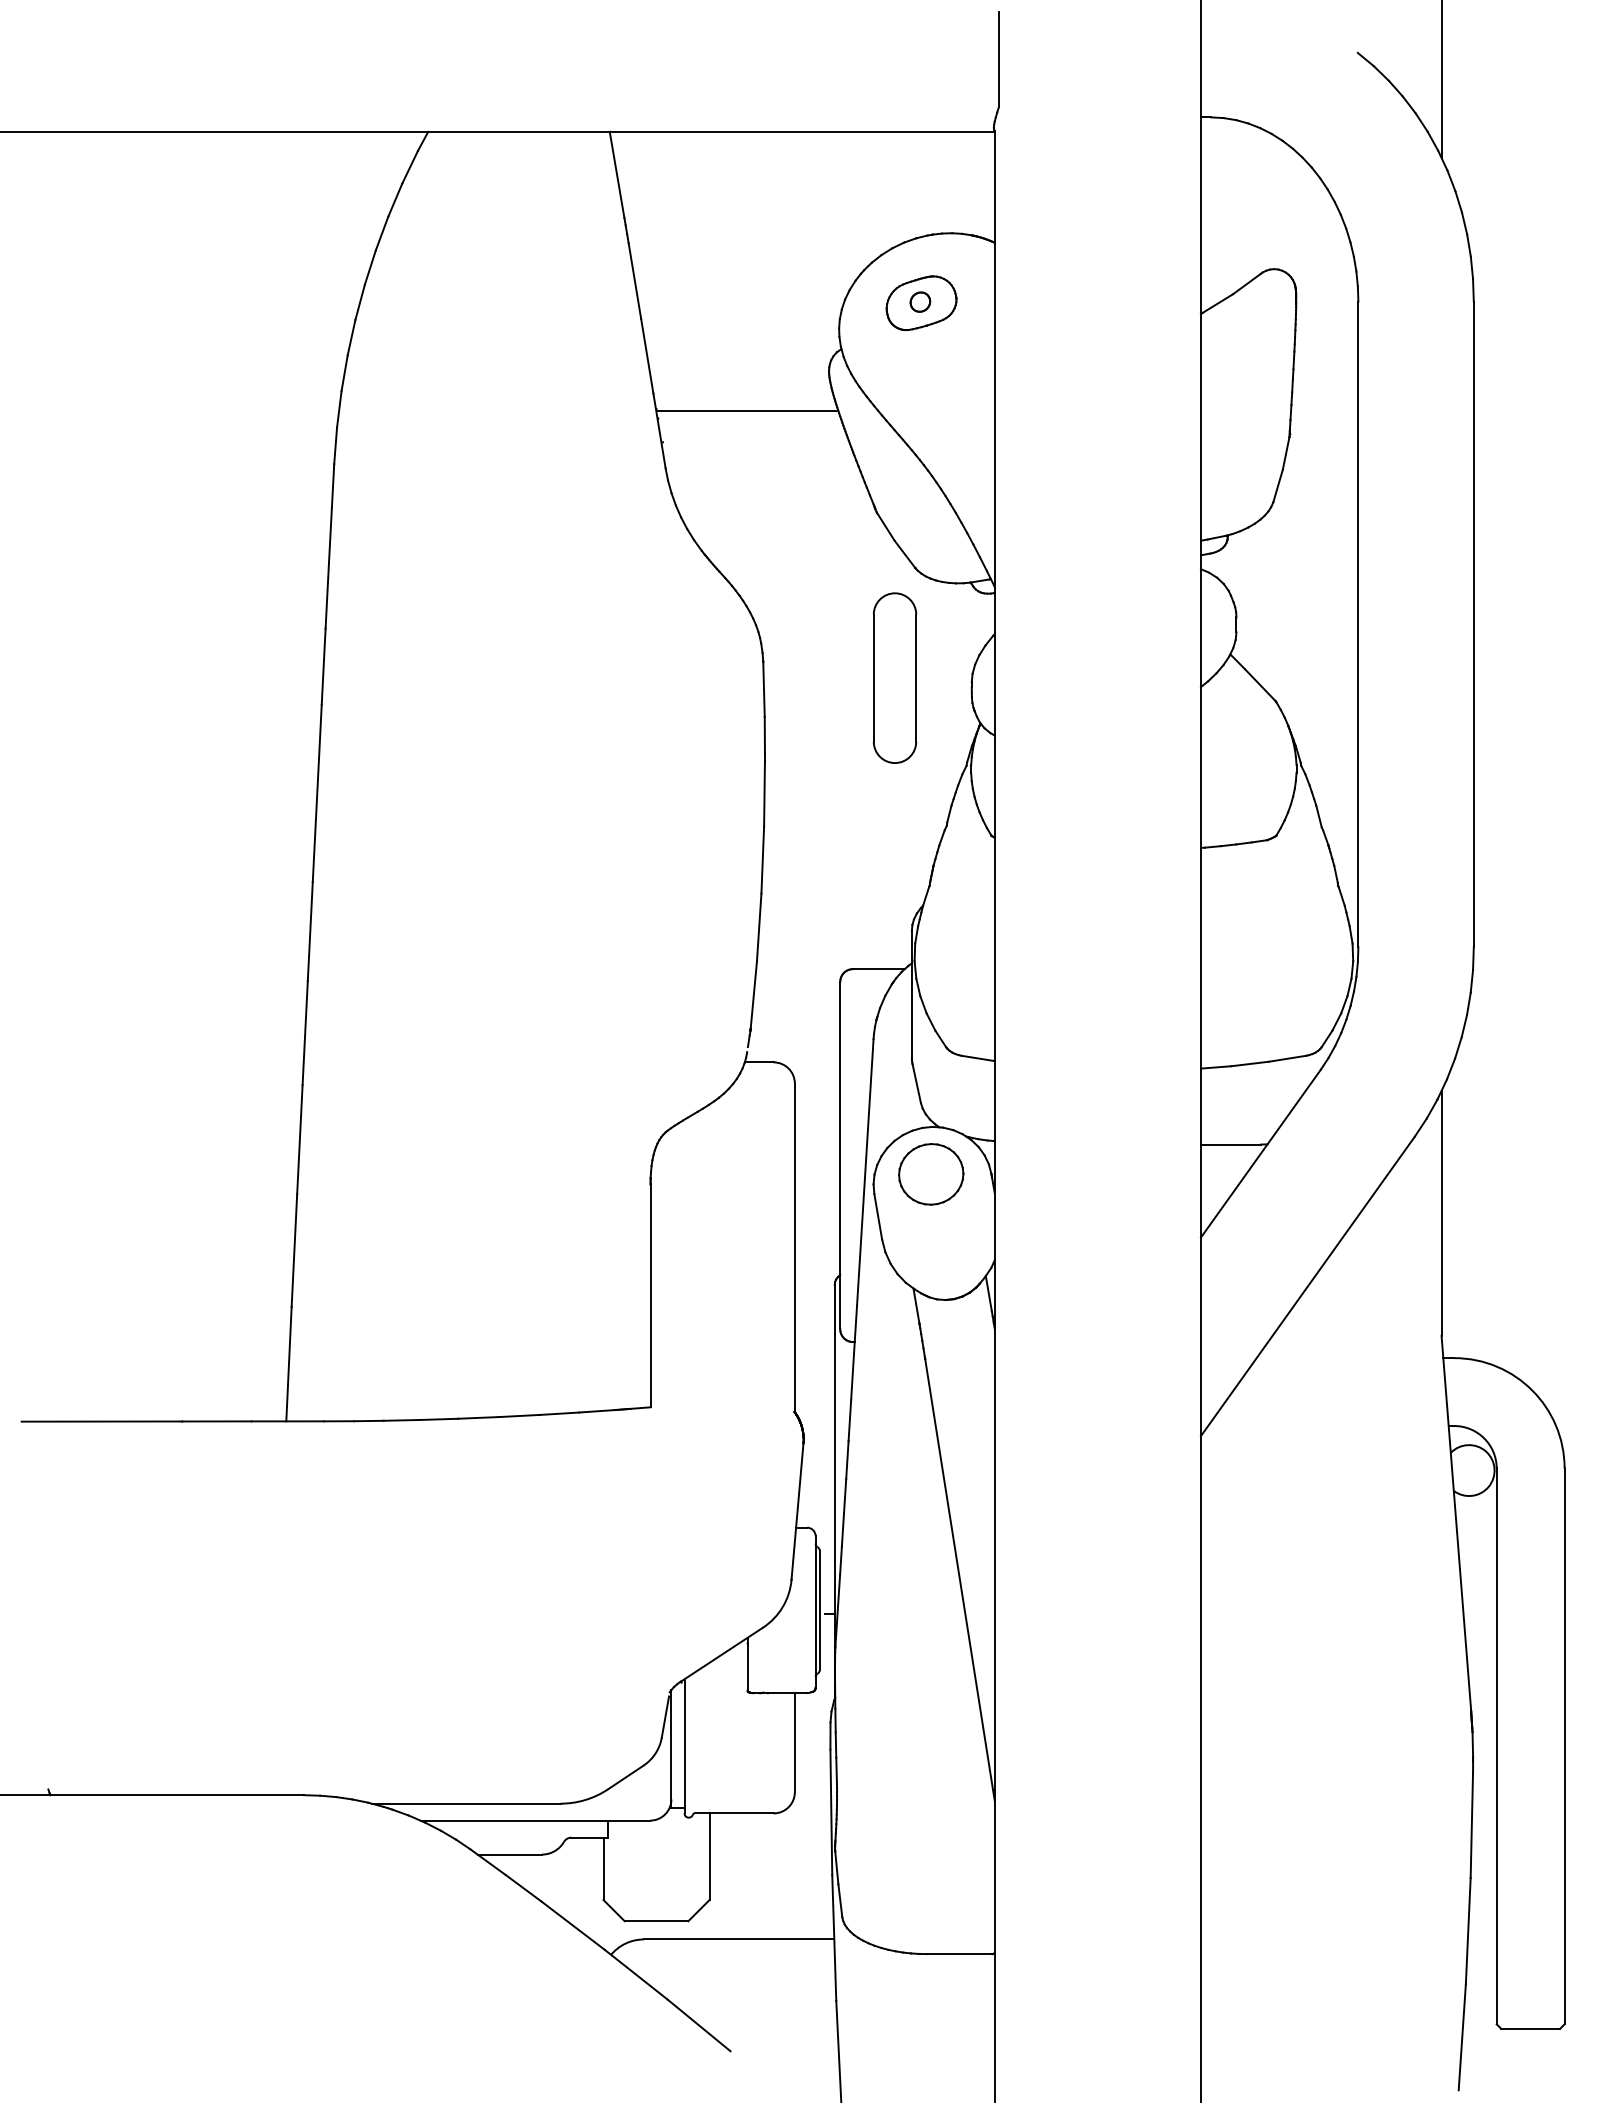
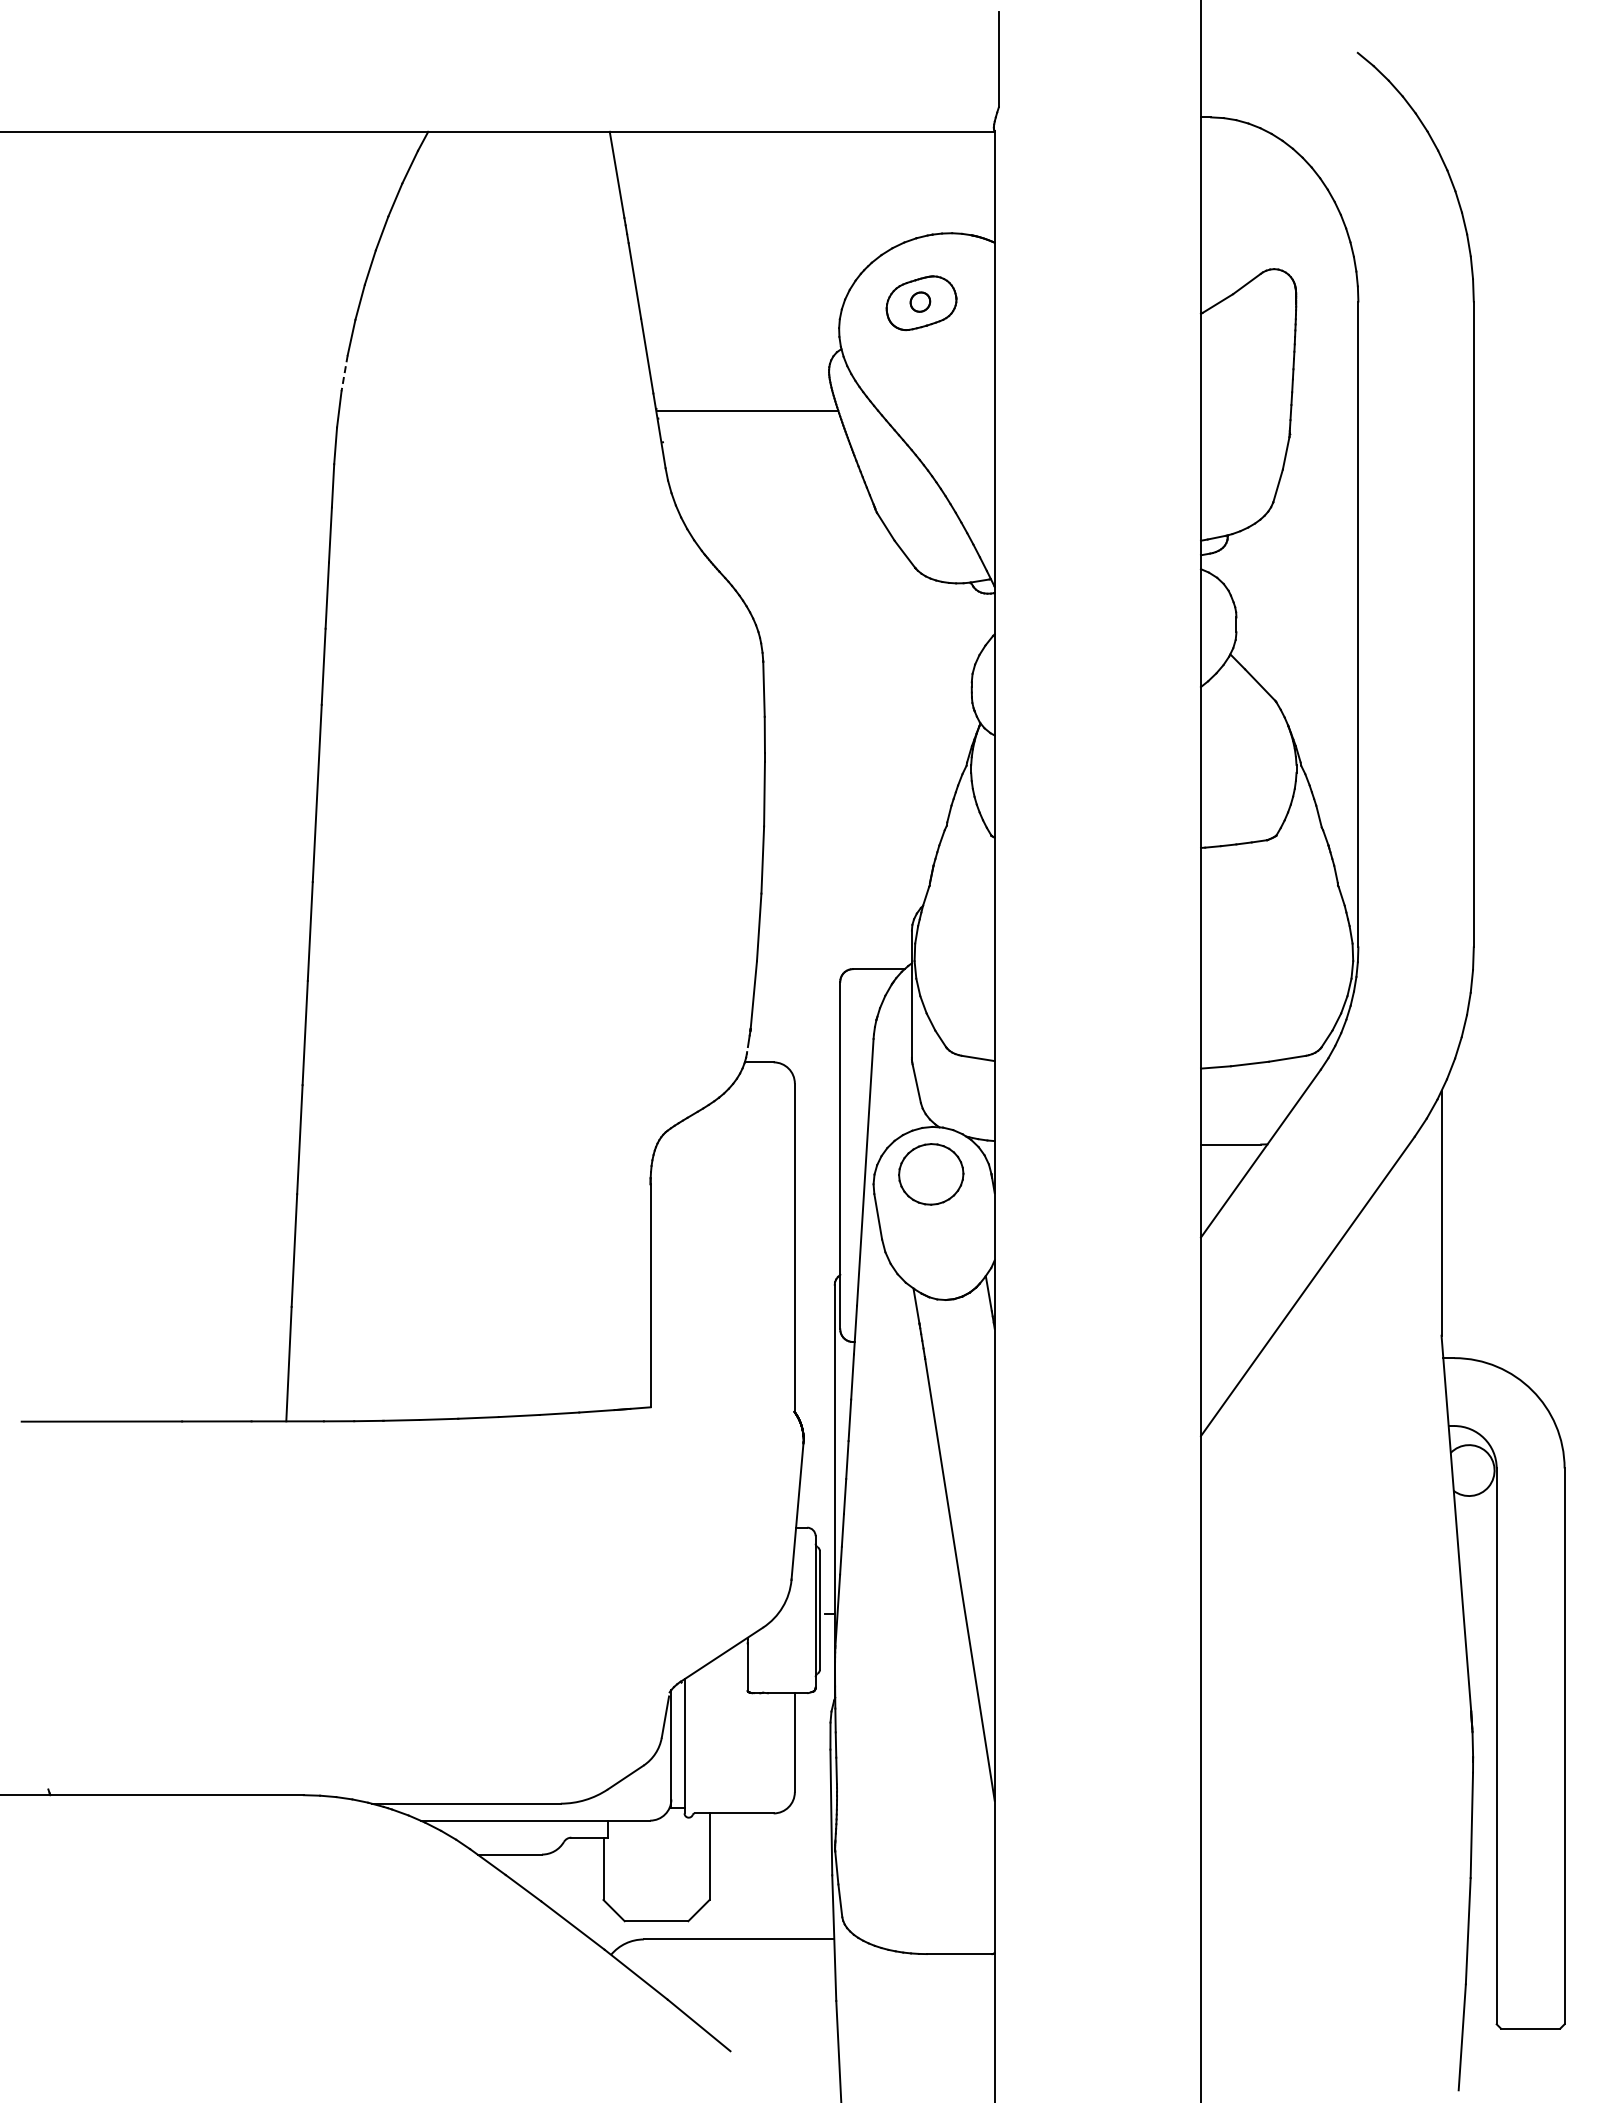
line at (1441, 79): present -> none
line at (344, 373): solid -> dashed
part at (894, 677): present -> none
